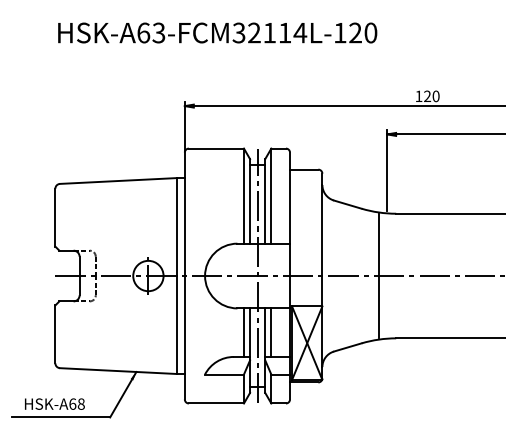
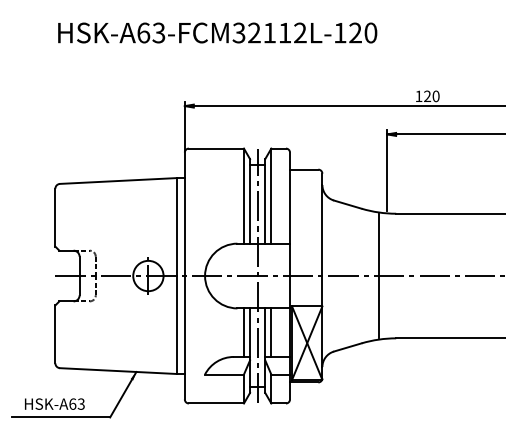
text at (300, 32): HSK-A63-FCM32114L-120 -> HSK-A63-FCM32112L-120
text at (80, 403): HSK-A68 -> HSK-A63
